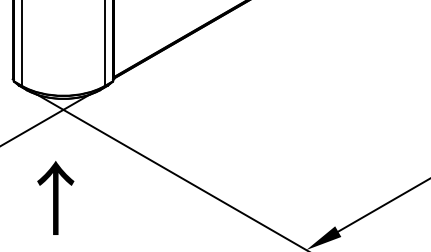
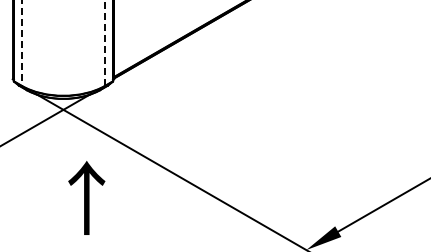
line at (105, 42): solid -> dashed
line at (21, 43): solid -> dashed
text at (55, 197) position: (55, 197) -> (86, 197)
